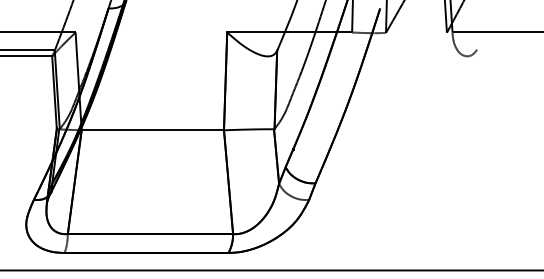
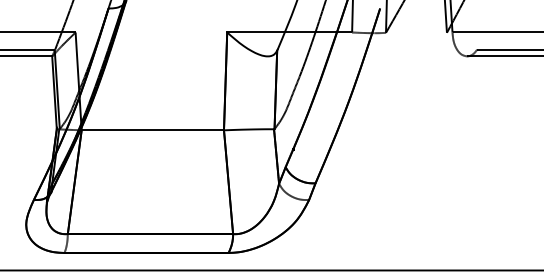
line at (508, 49): none -> present
line at (503, 56): none -> present
